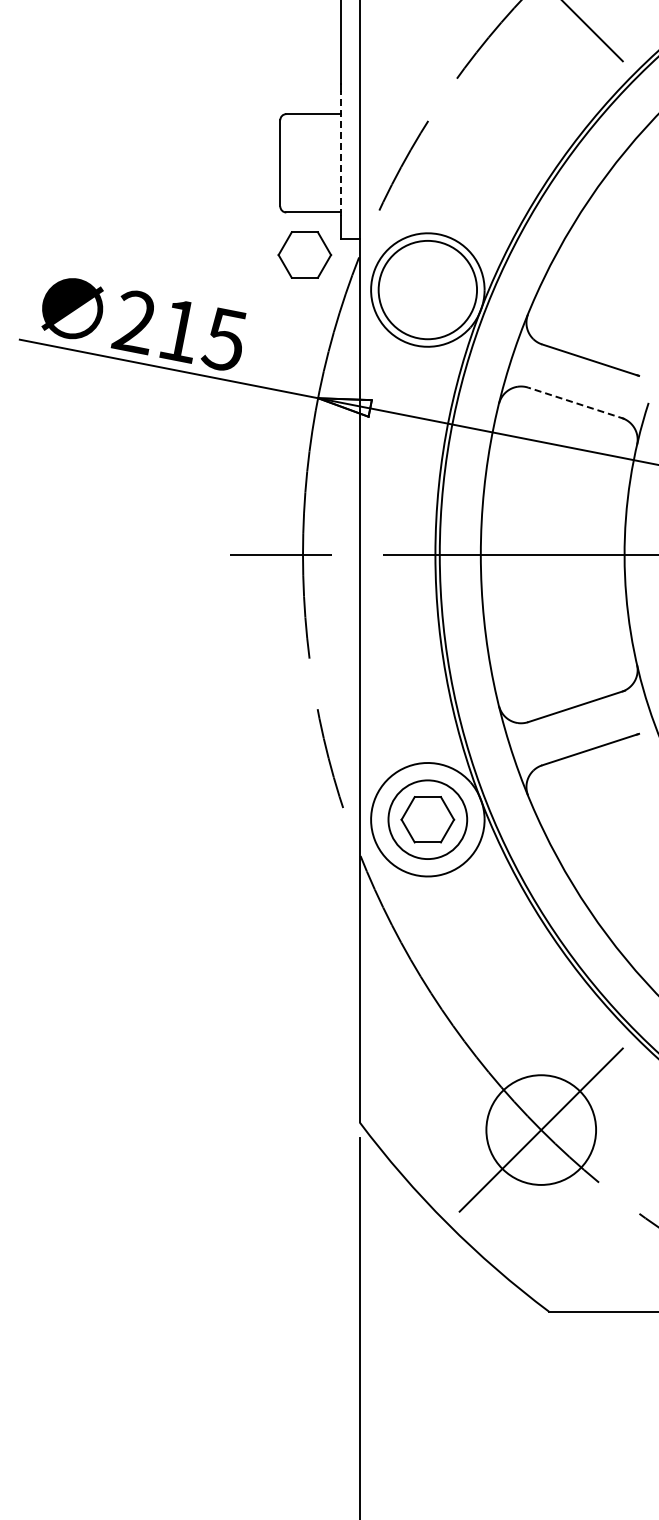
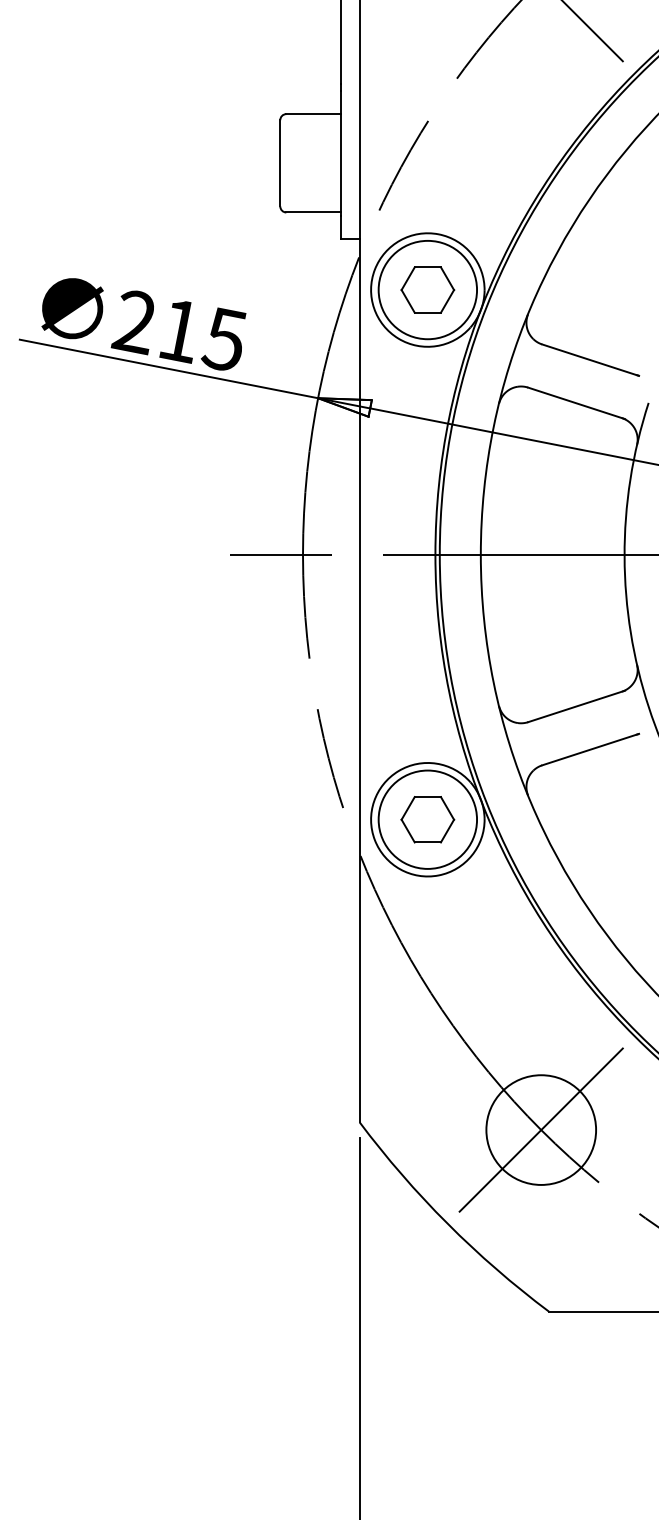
line at (340, 153): dashed -> solid
part at (304, 254) position: (304, 254) -> (427, 289)
line at (576, 403): dashed -> solid
circle at (427, 819) diameter: 79 px -> 98 px
